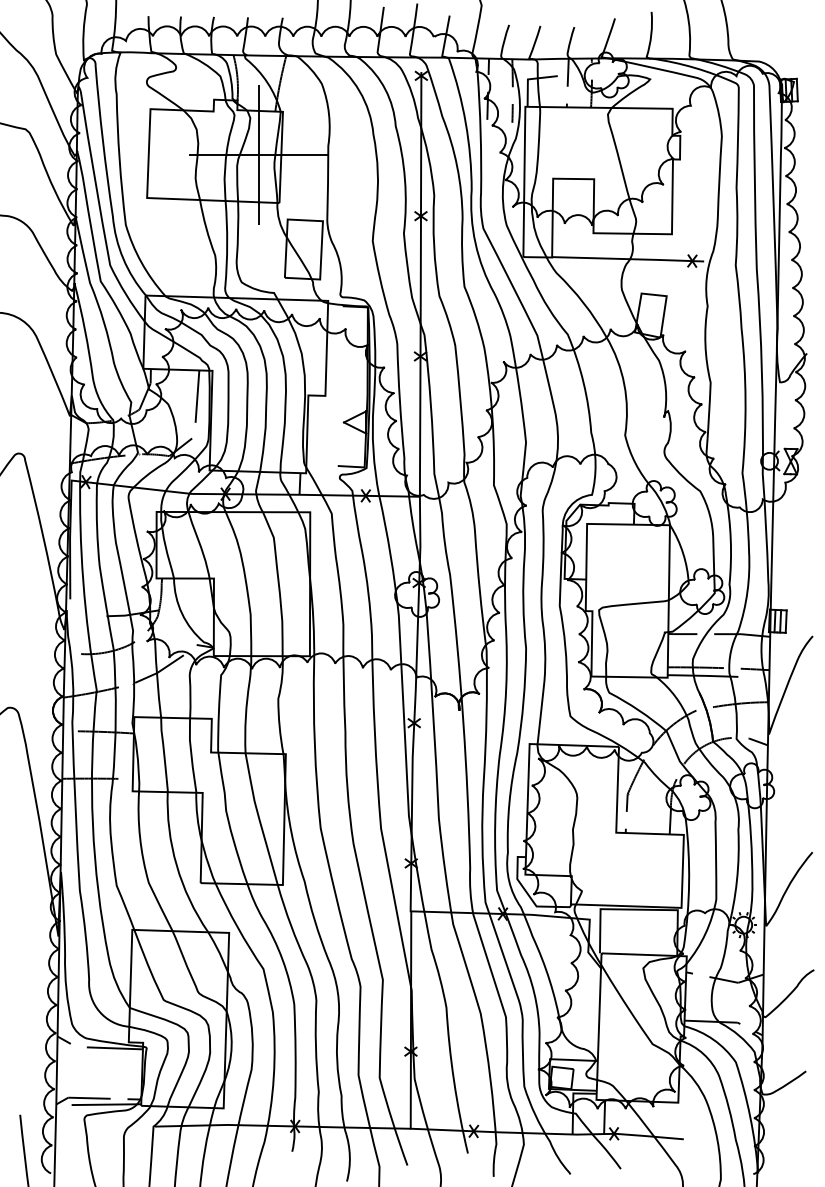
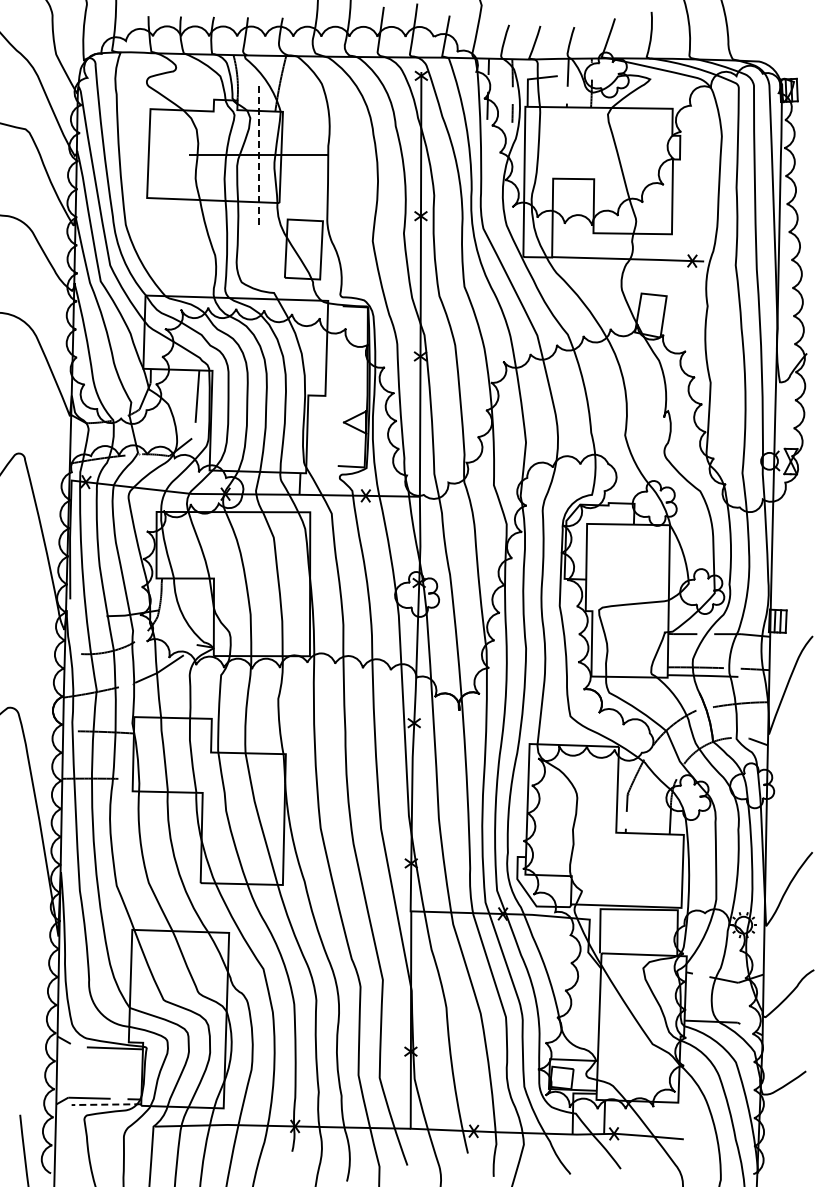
line at (259, 154): solid -> dashed
line at (106, 1104): solid -> dashed
